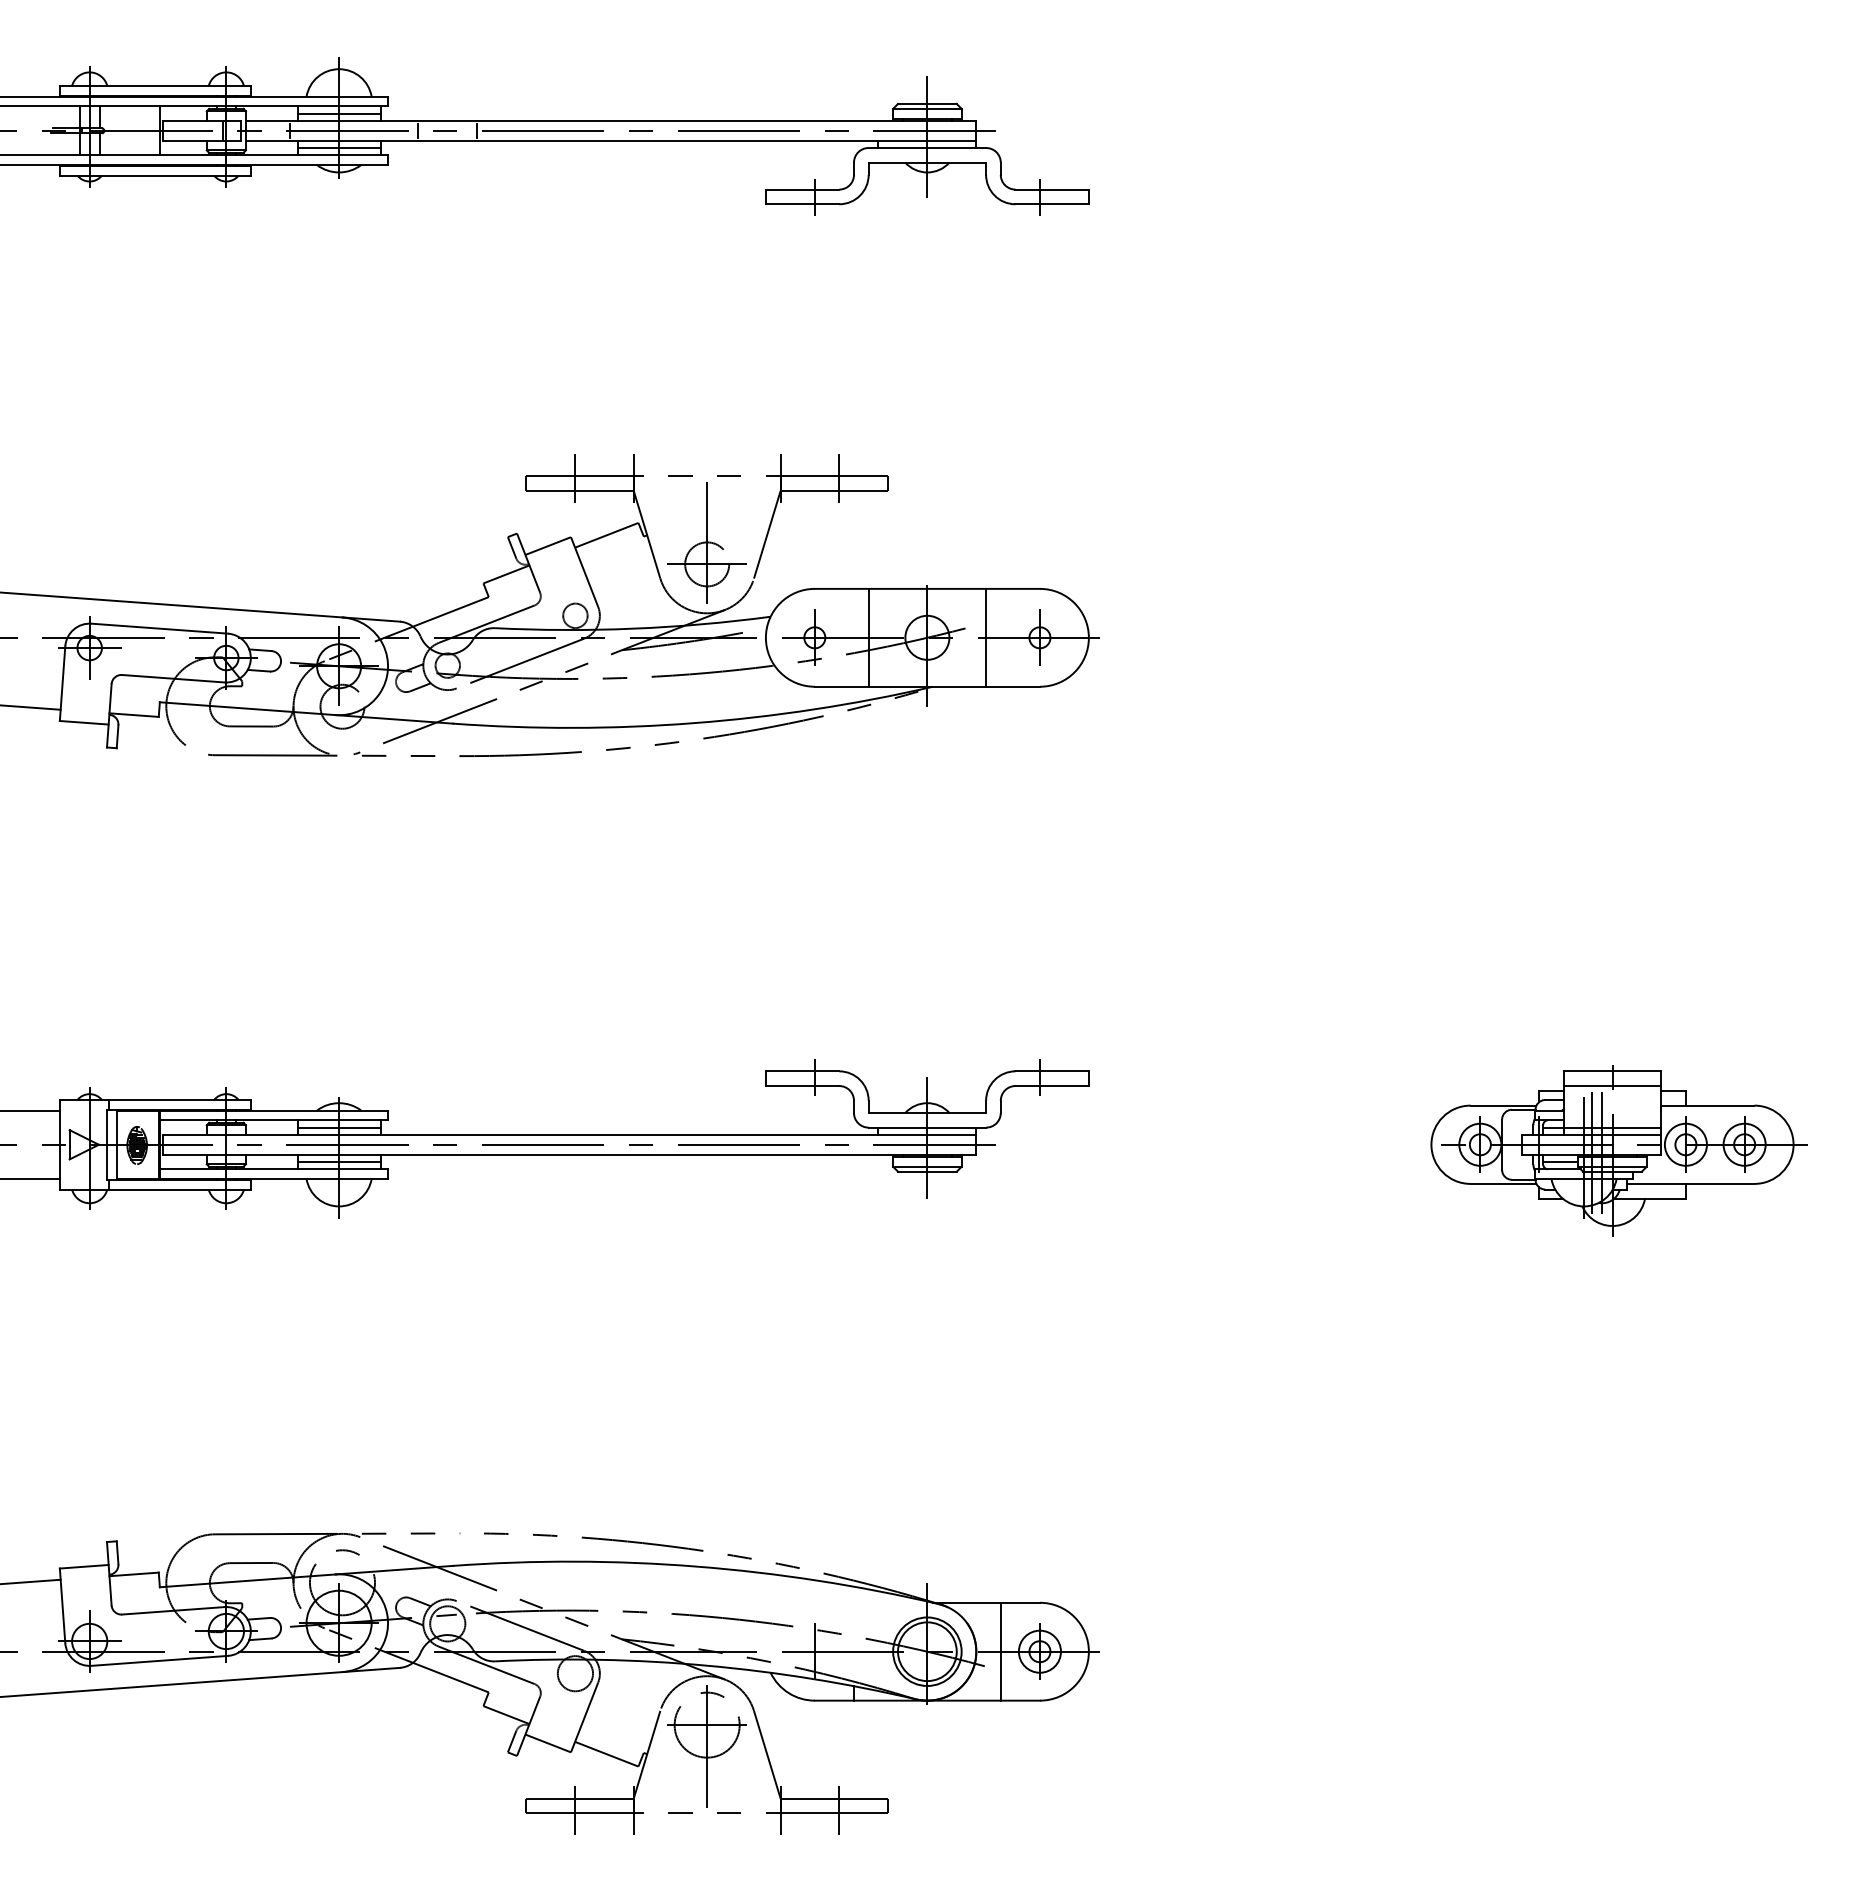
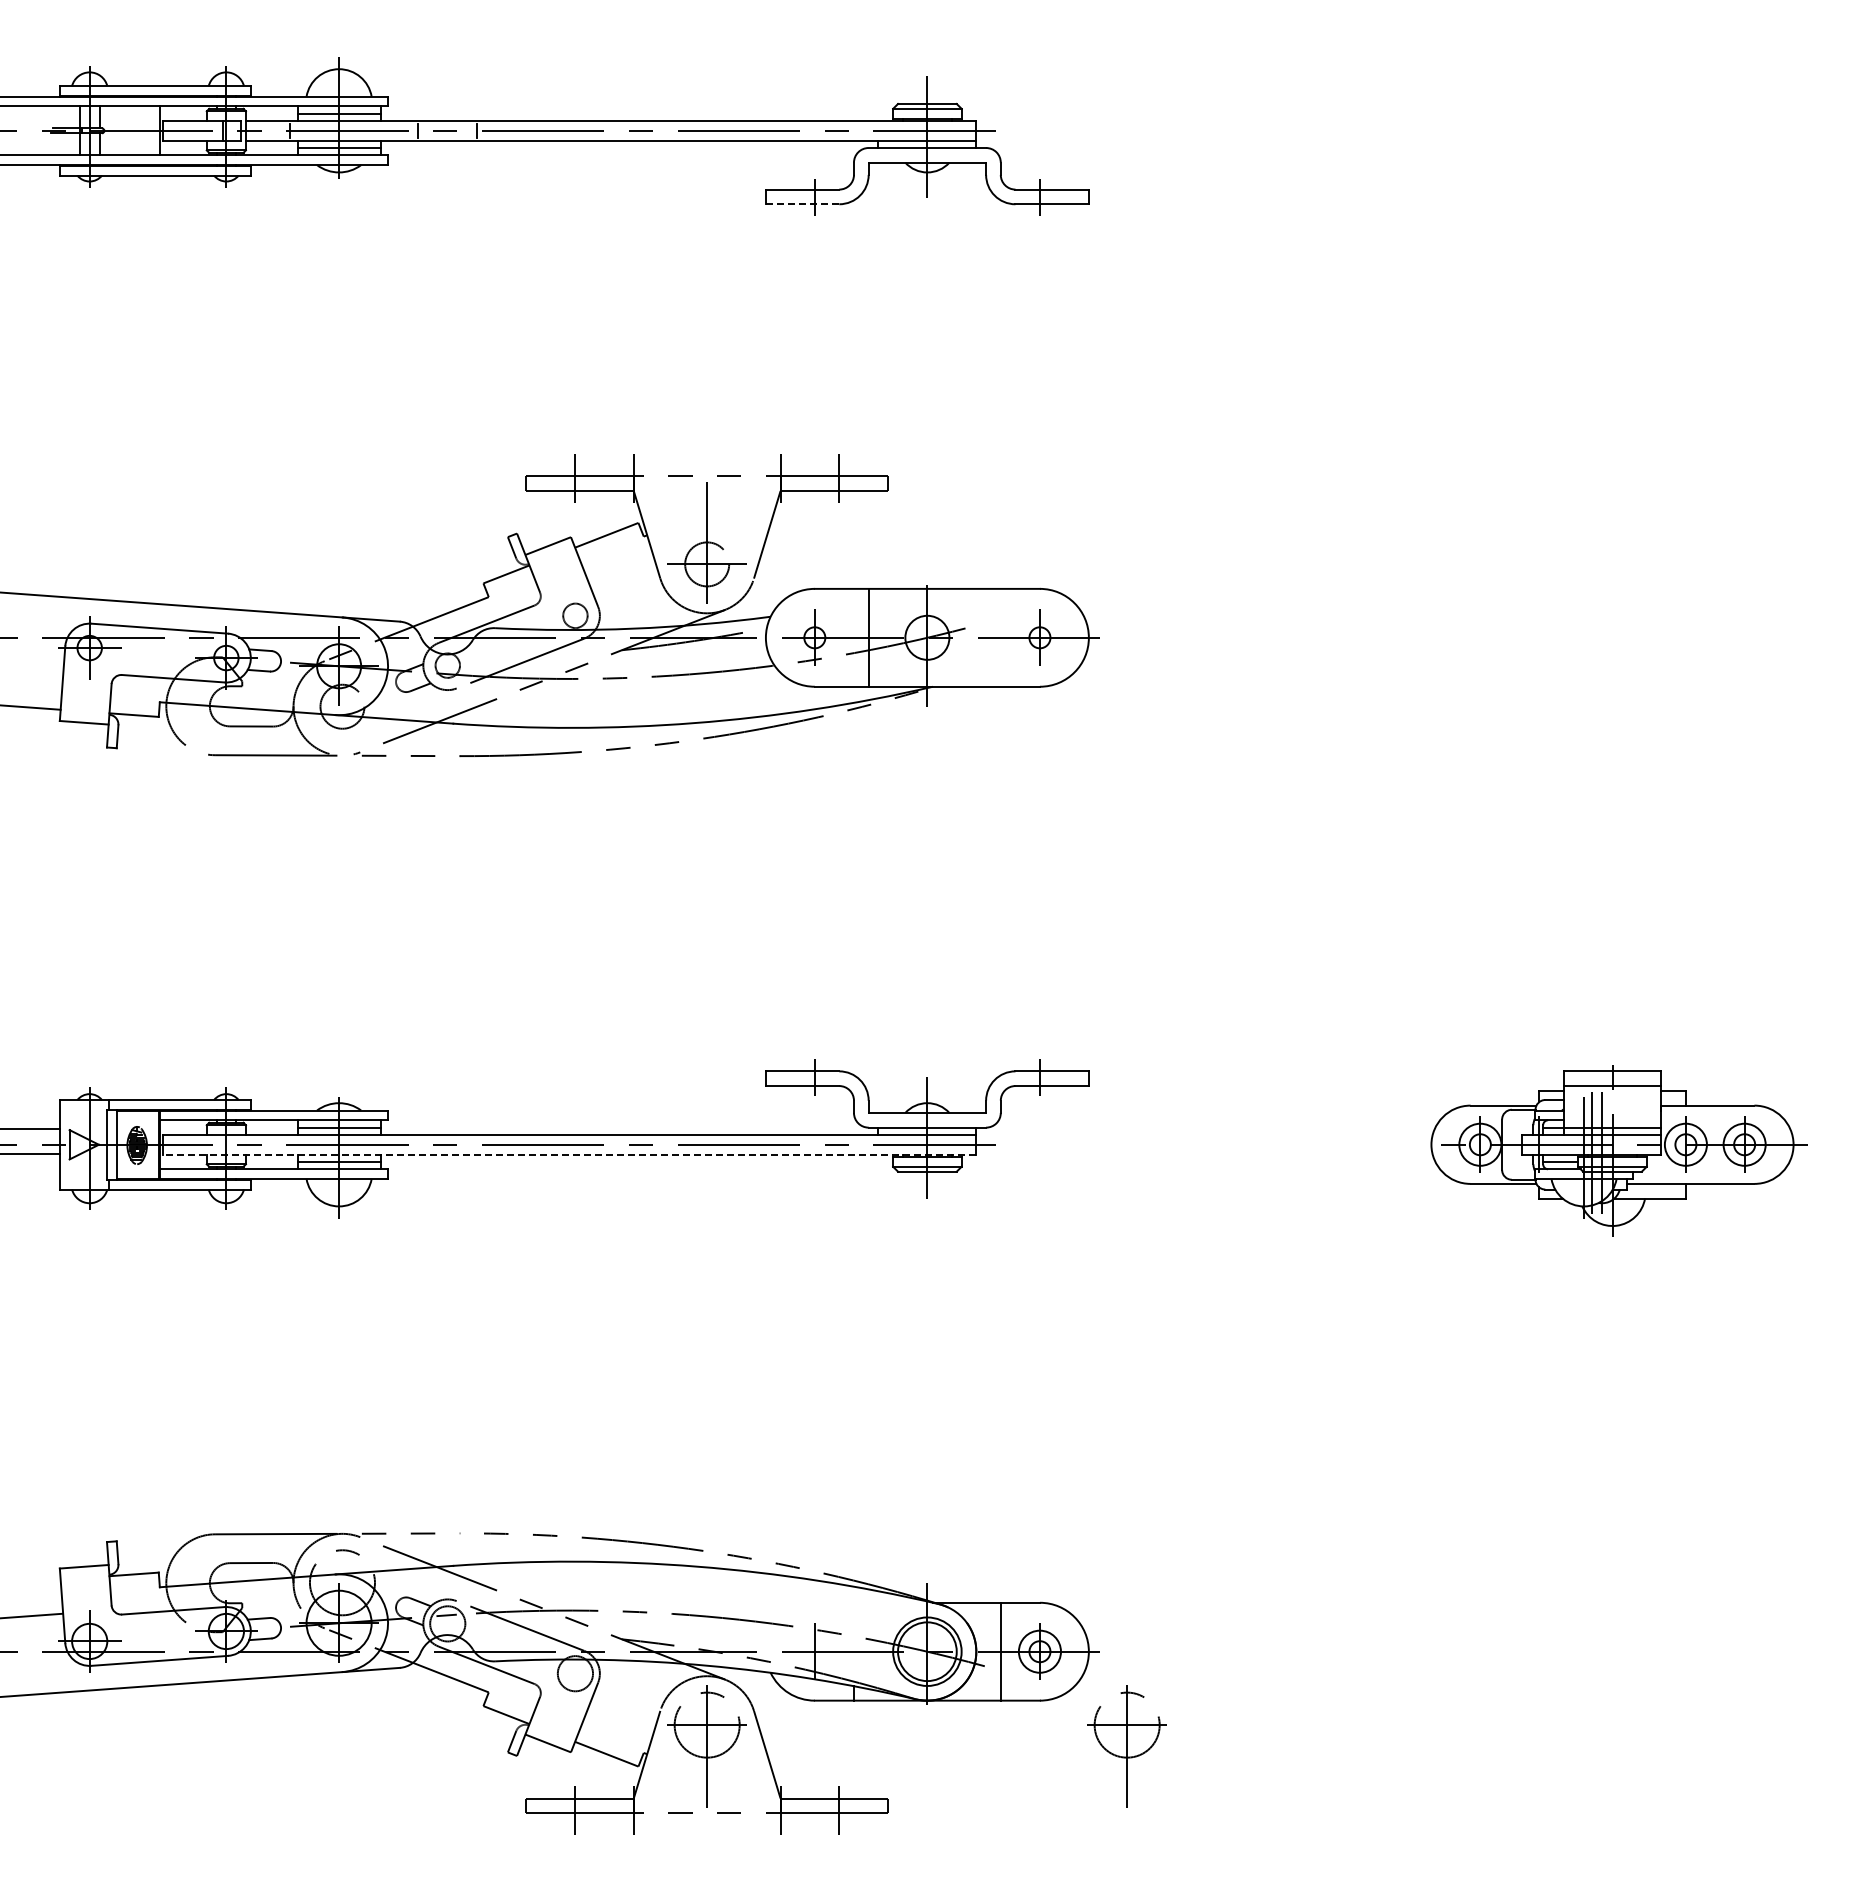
line at (802, 204): solid -> dashed
line at (986, 637): present -> none
line at (30, 1110) position: (30, 1110) -> (30, 1128)
line at (569, 1154): solid -> dashed
line at (30, 1179) position: (30, 1179) -> (30, 1154)
line at (31, 1581) position: (31, 1581) -> (32, 1615)
part at (1126, 1746): none -> present
